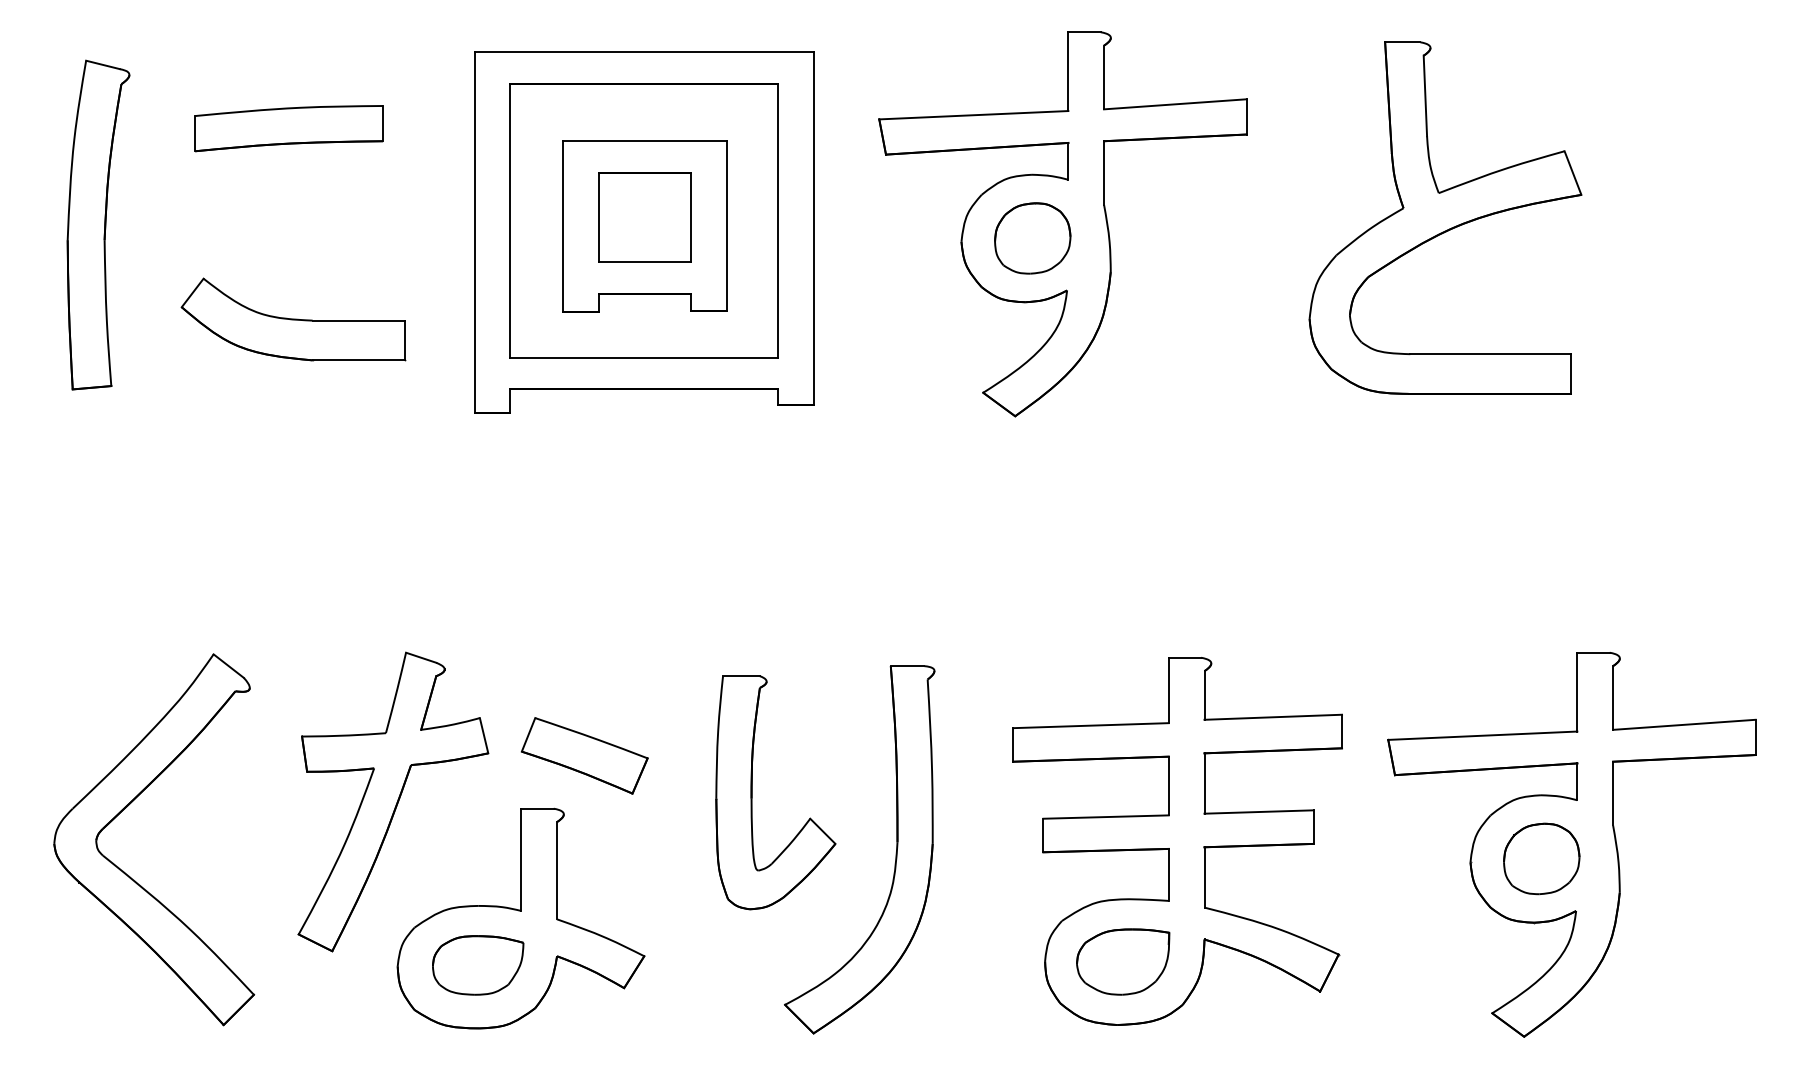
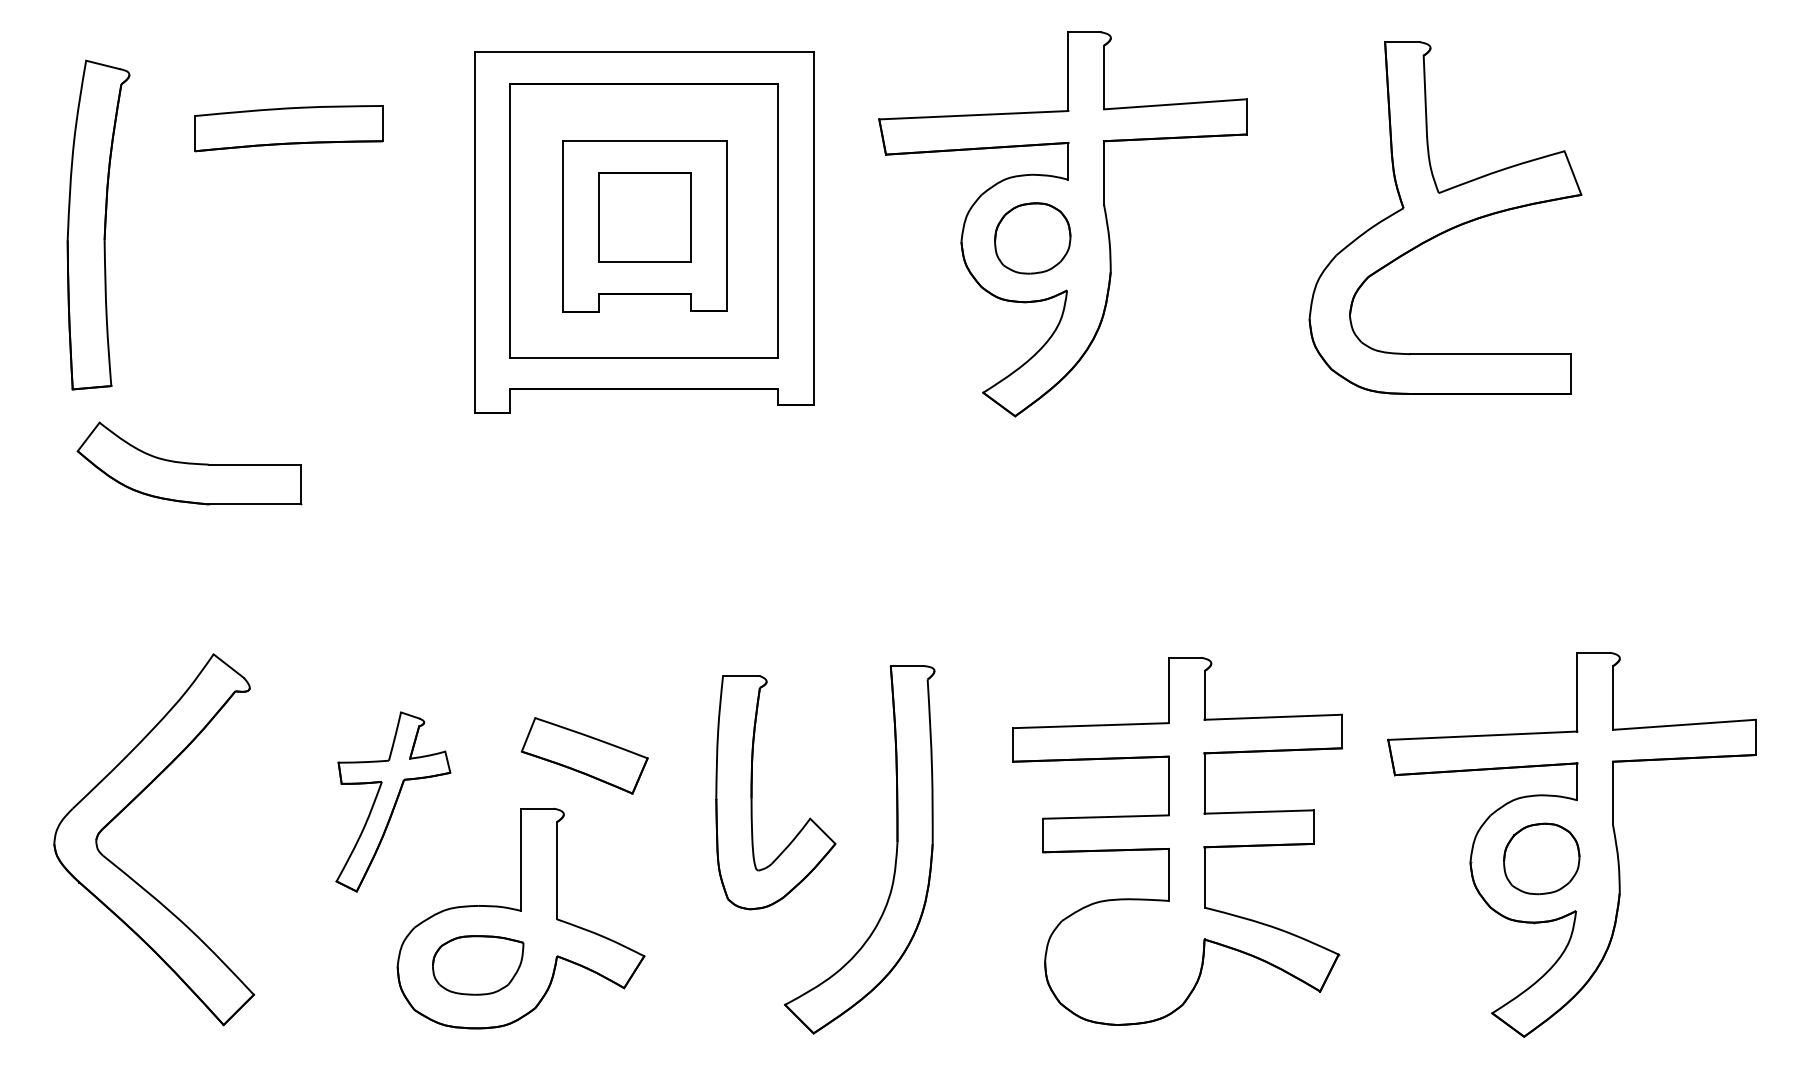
part at (293, 319) position: (293, 319) -> (189, 463)
part at (393, 801) size: 193x302 px -> 117x182 px
part at (1123, 961): present -> none
